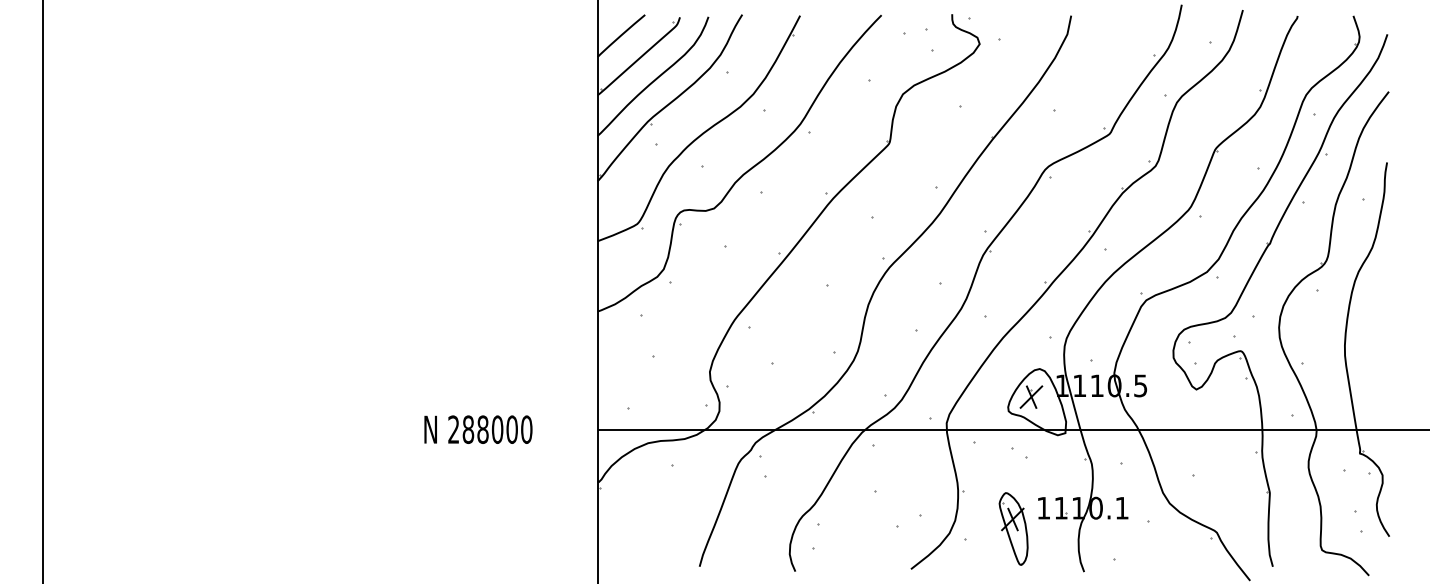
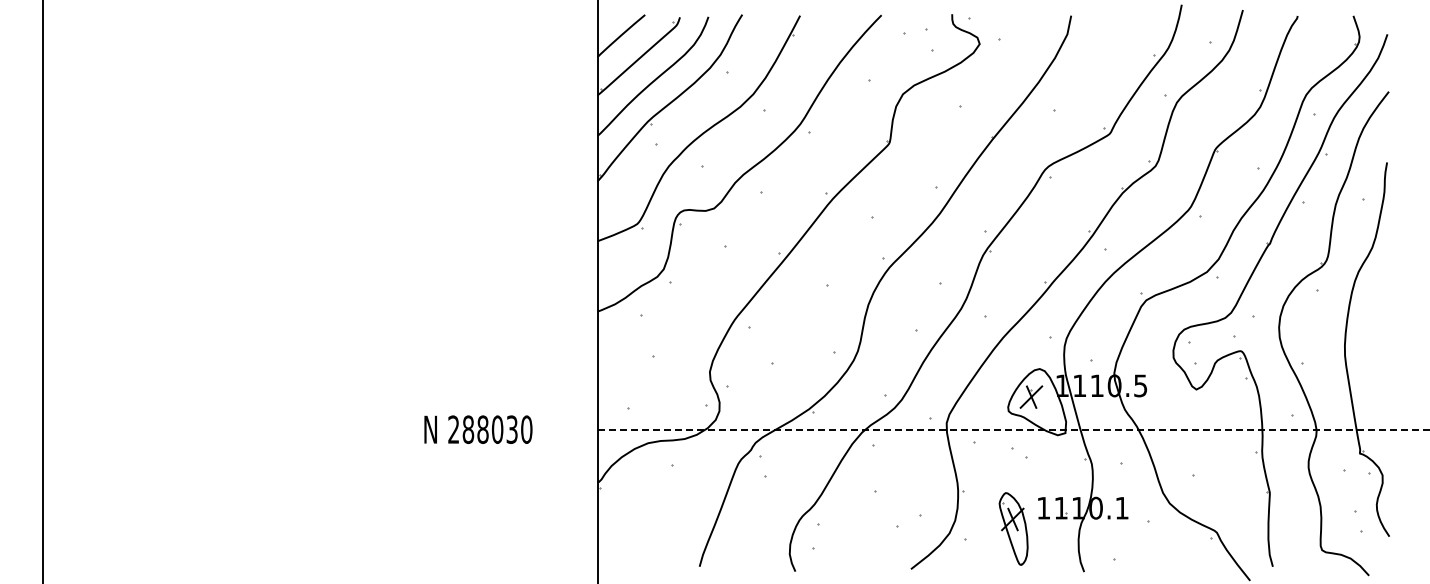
text at (511, 429): 288000 -> 288030
line at (1013, 429): solid -> dashed
